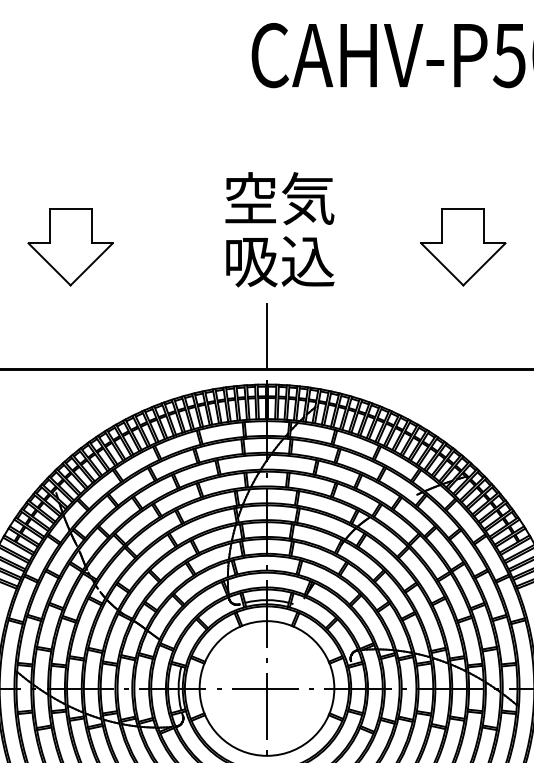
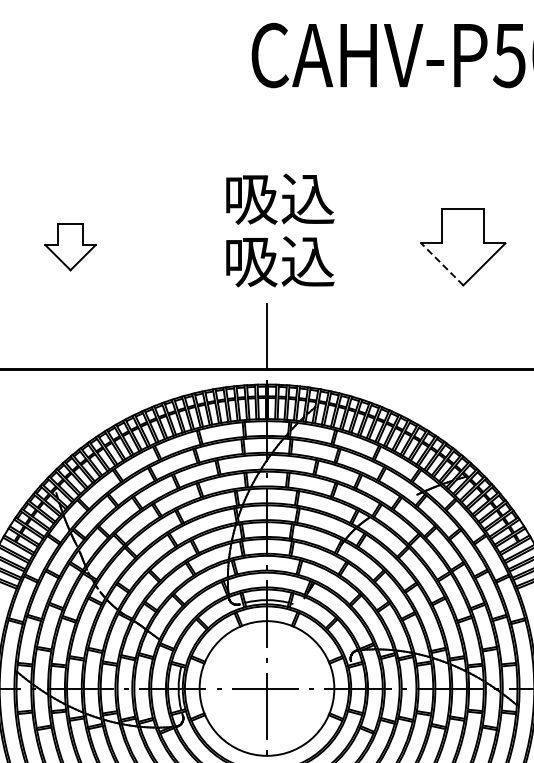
text at (279, 198): 空気 -> 吸込
part at (70, 247) size: 87x79 px -> 53x49 px
line at (442, 264): solid -> dashed
